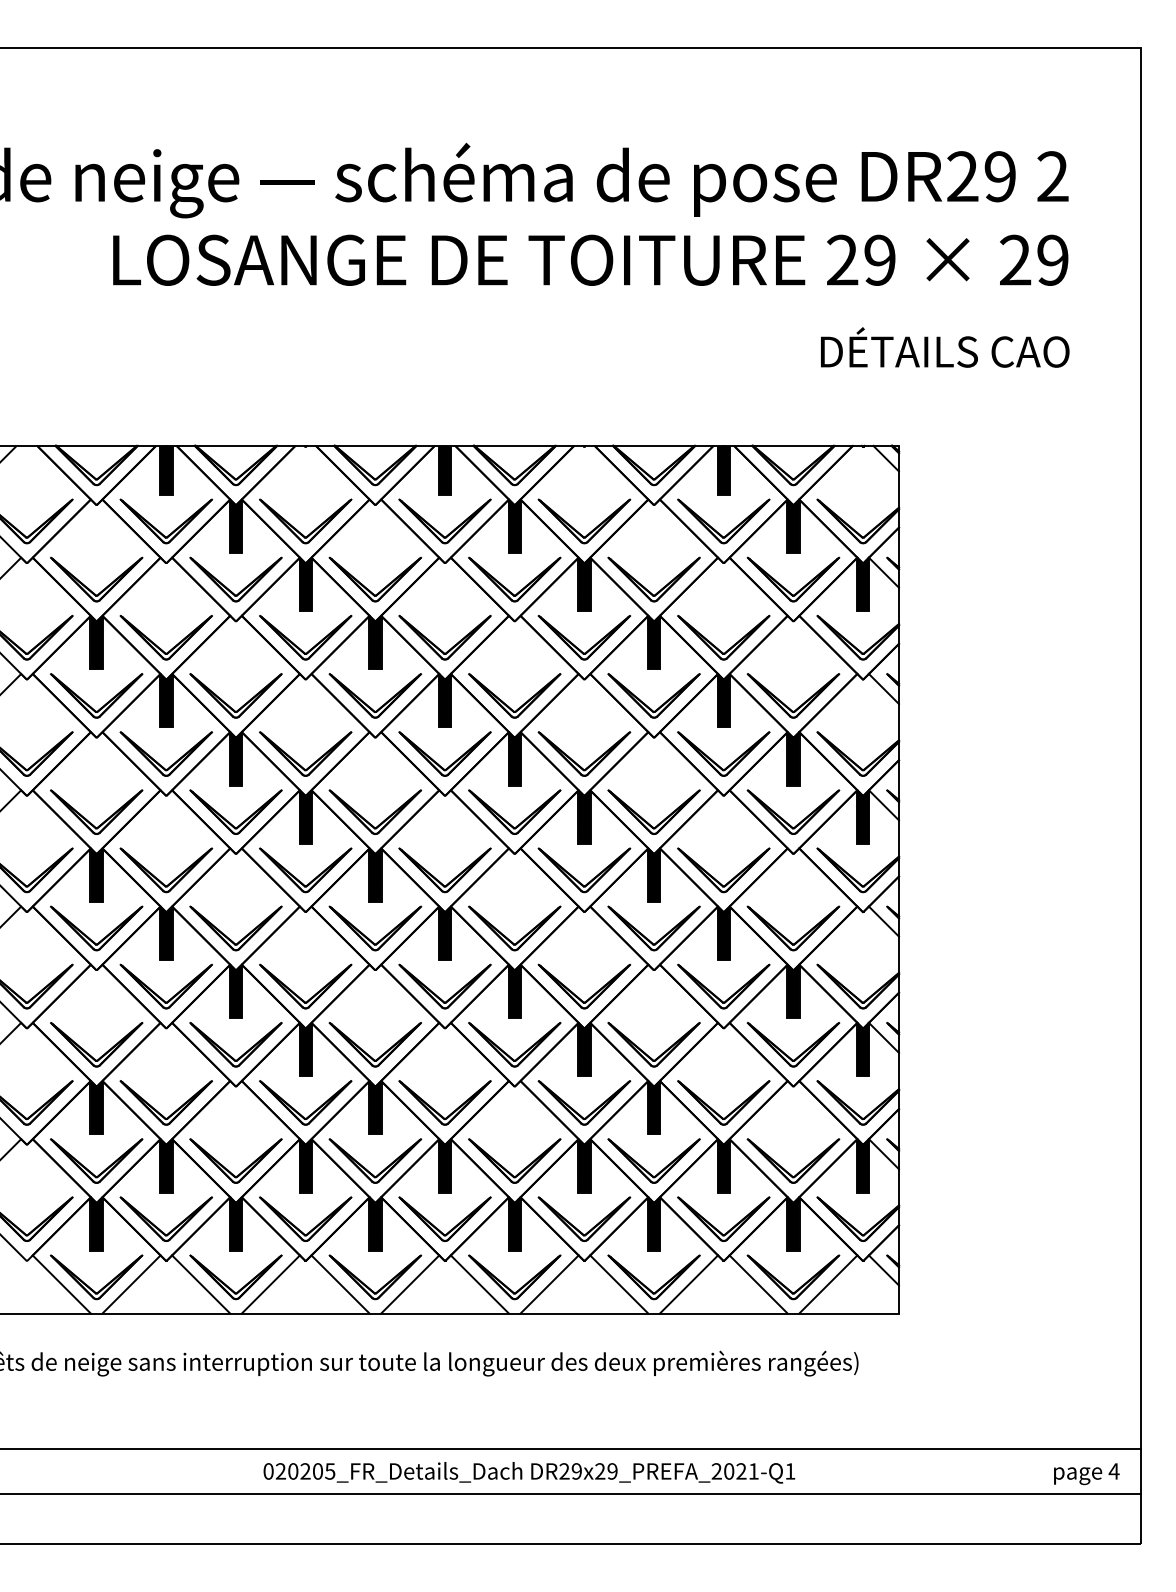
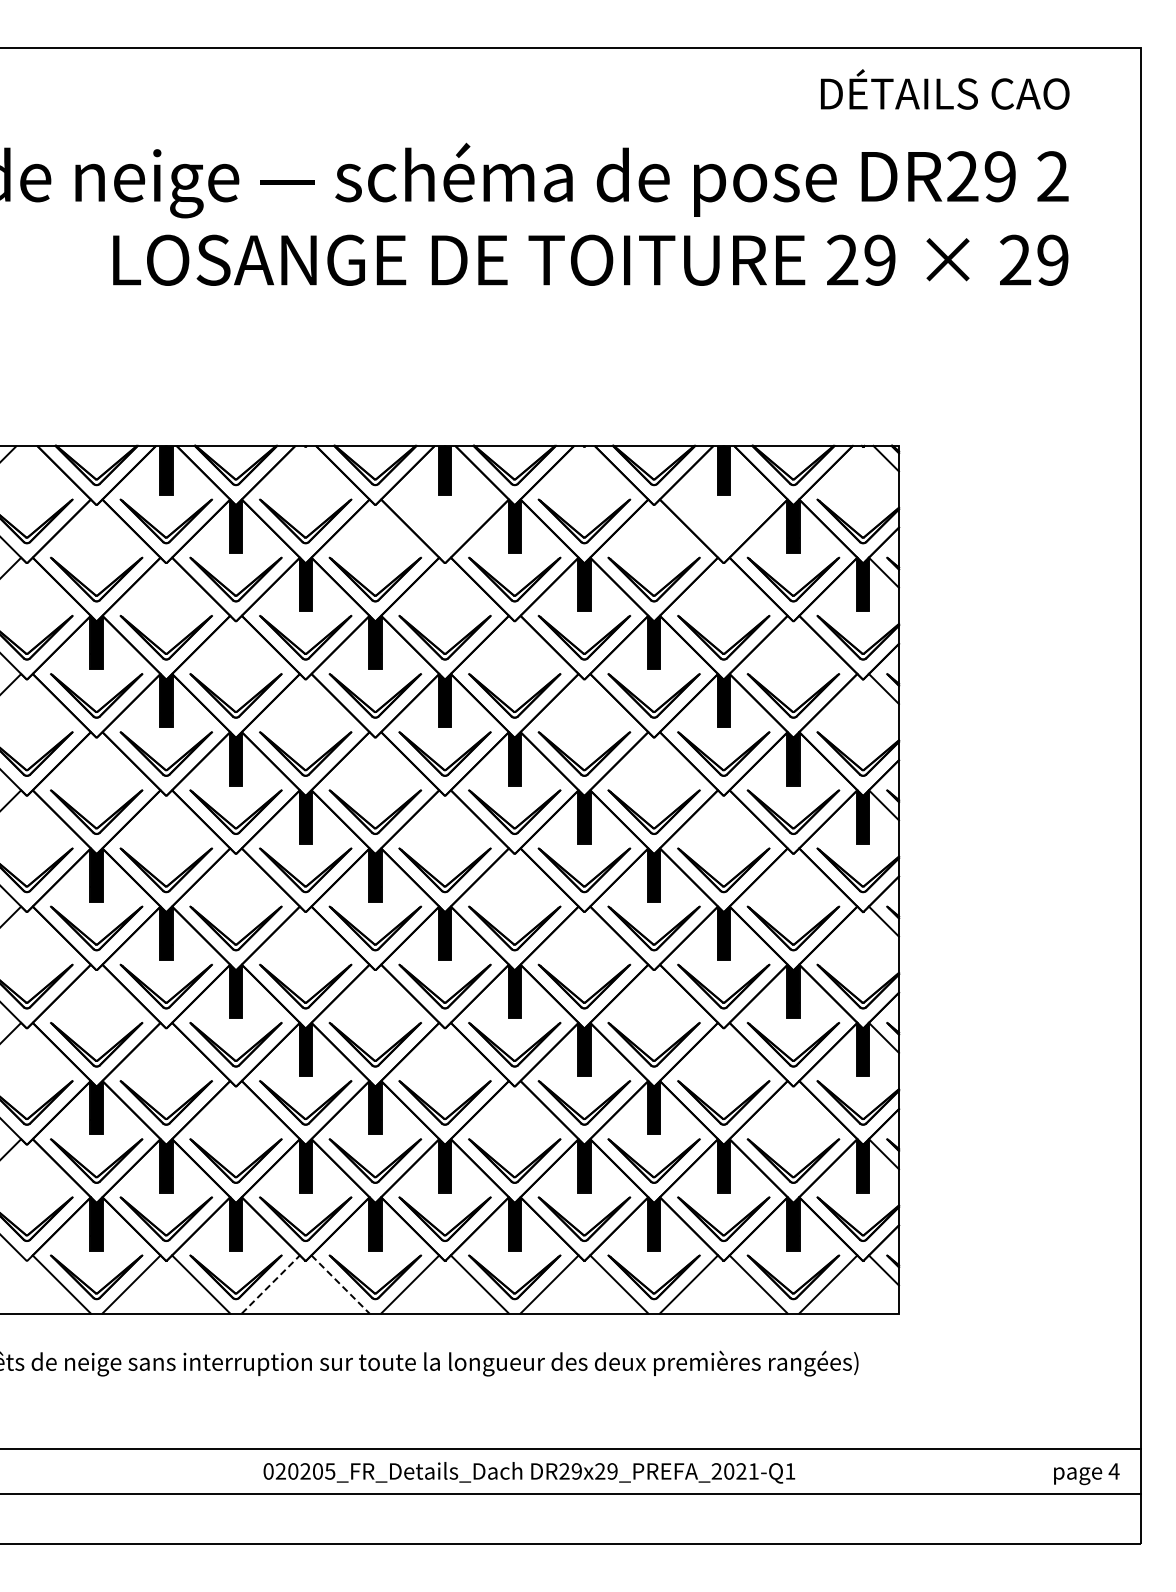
text at (945, 347) position: (945, 347) -> (945, 89)
part at (715, 529): present -> none
part at (439, 531): present -> none
line at (271, 1284): solid -> dashed
line at (340, 1284): solid -> dashed
